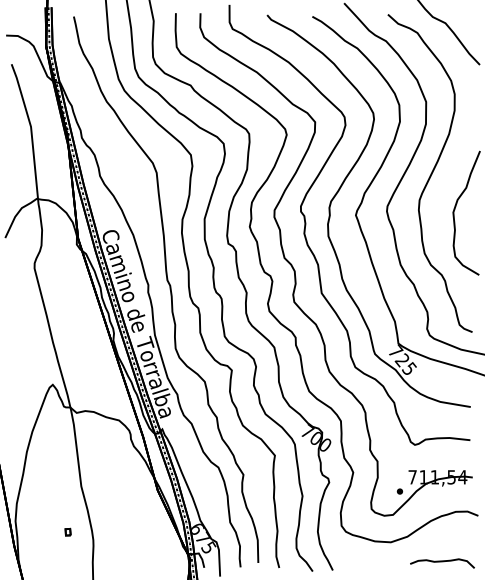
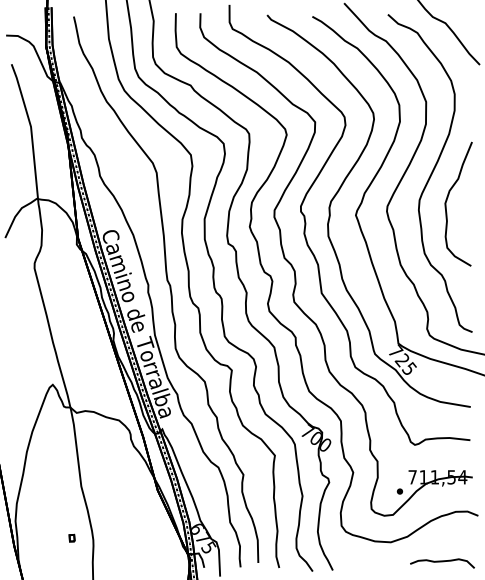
curve at (455, 209) position: (455, 209) -> (447, 200)
part at (67, 531) position: (67, 531) -> (71, 537)
